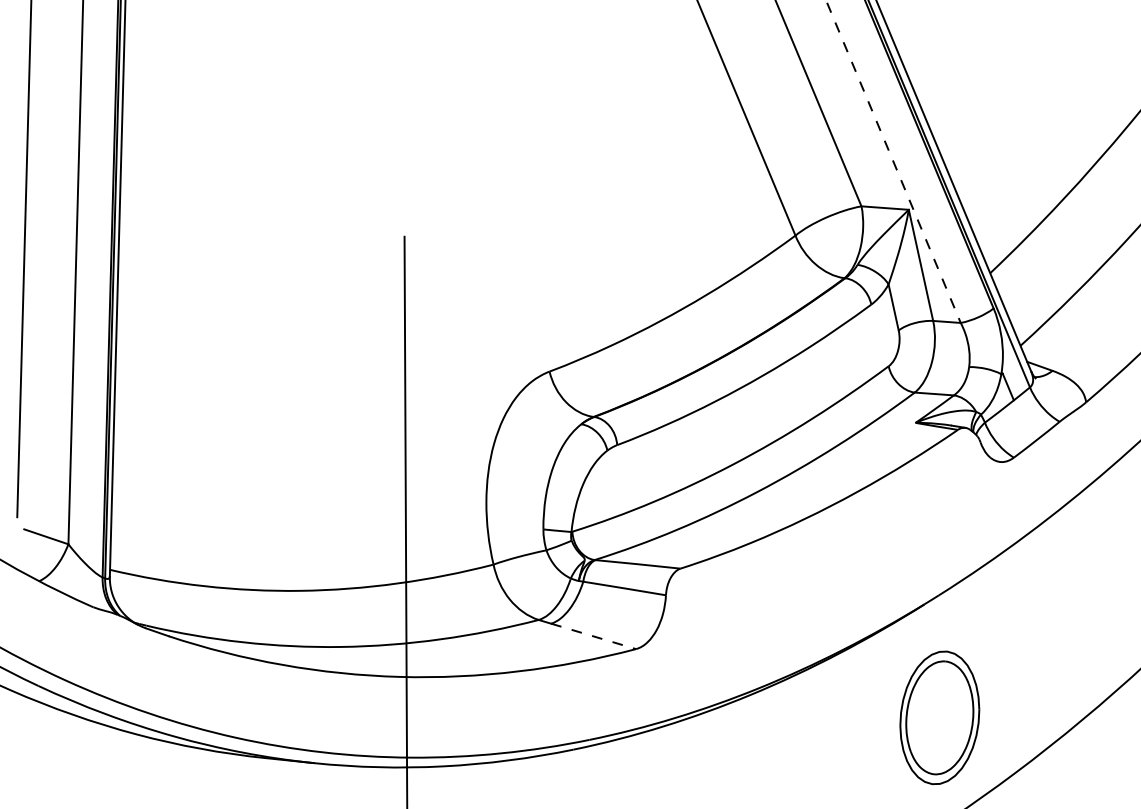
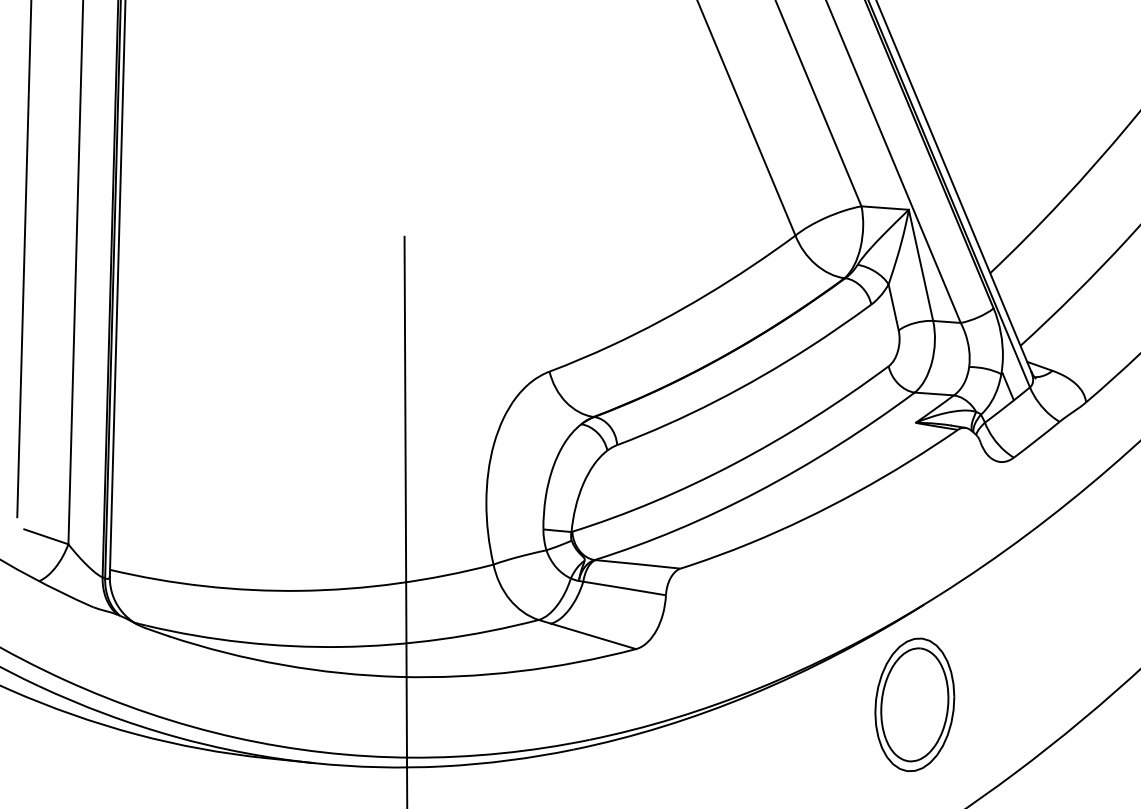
line at (893, 162): dashed -> solid
line at (594, 636): dashed -> solid
part at (939, 717) position: (939, 717) -> (914, 704)
